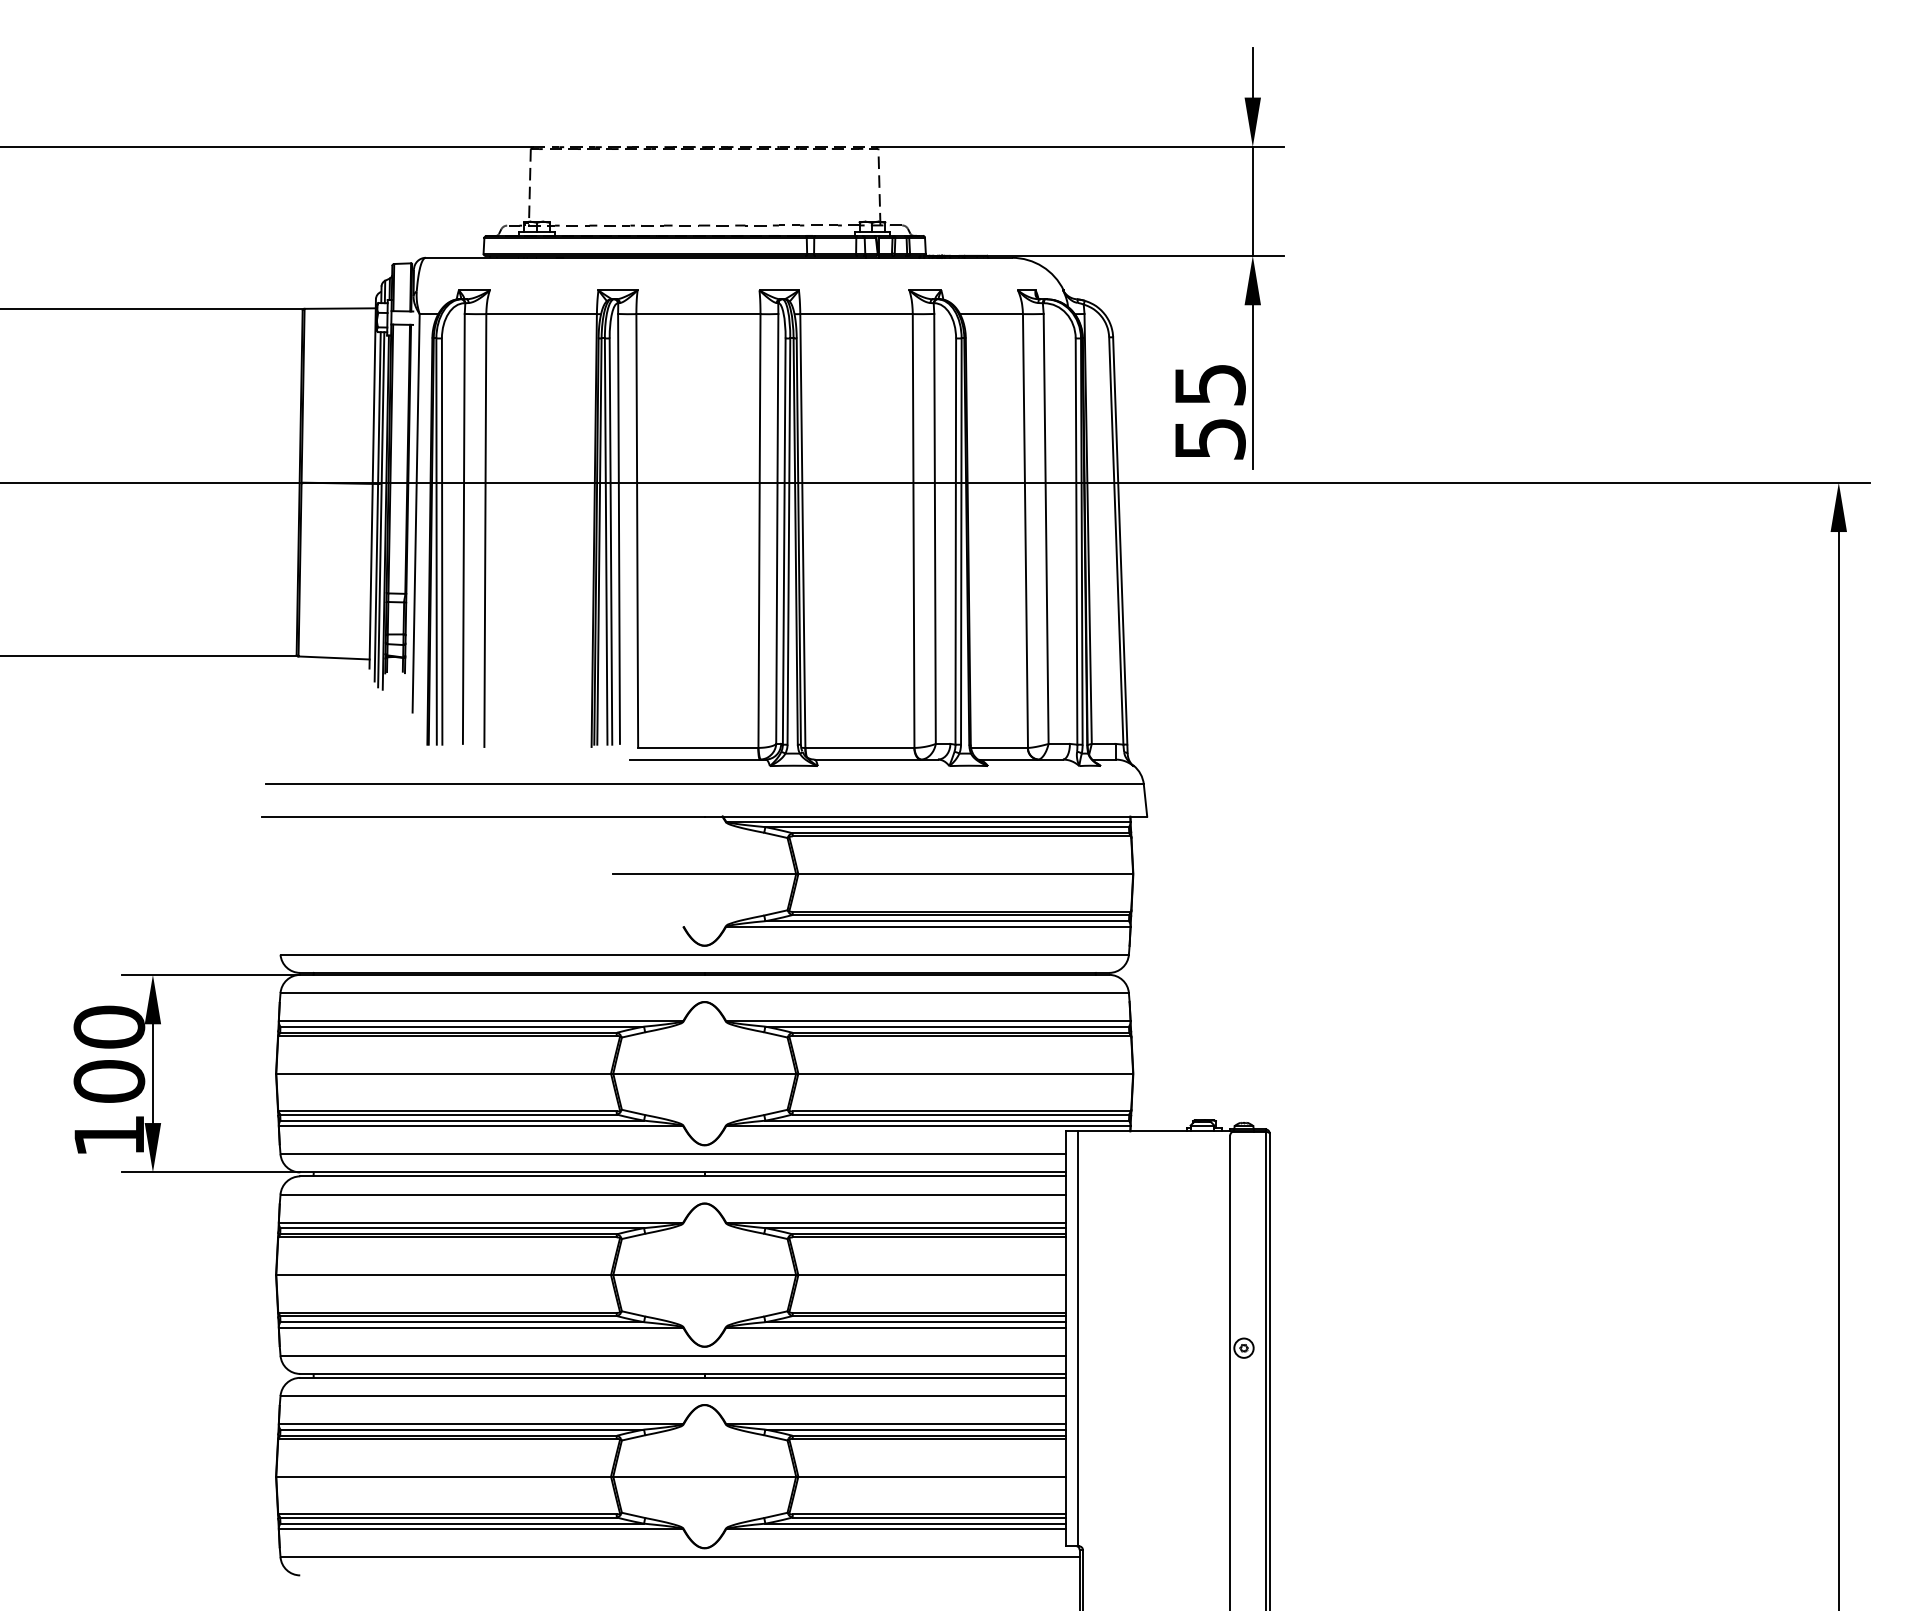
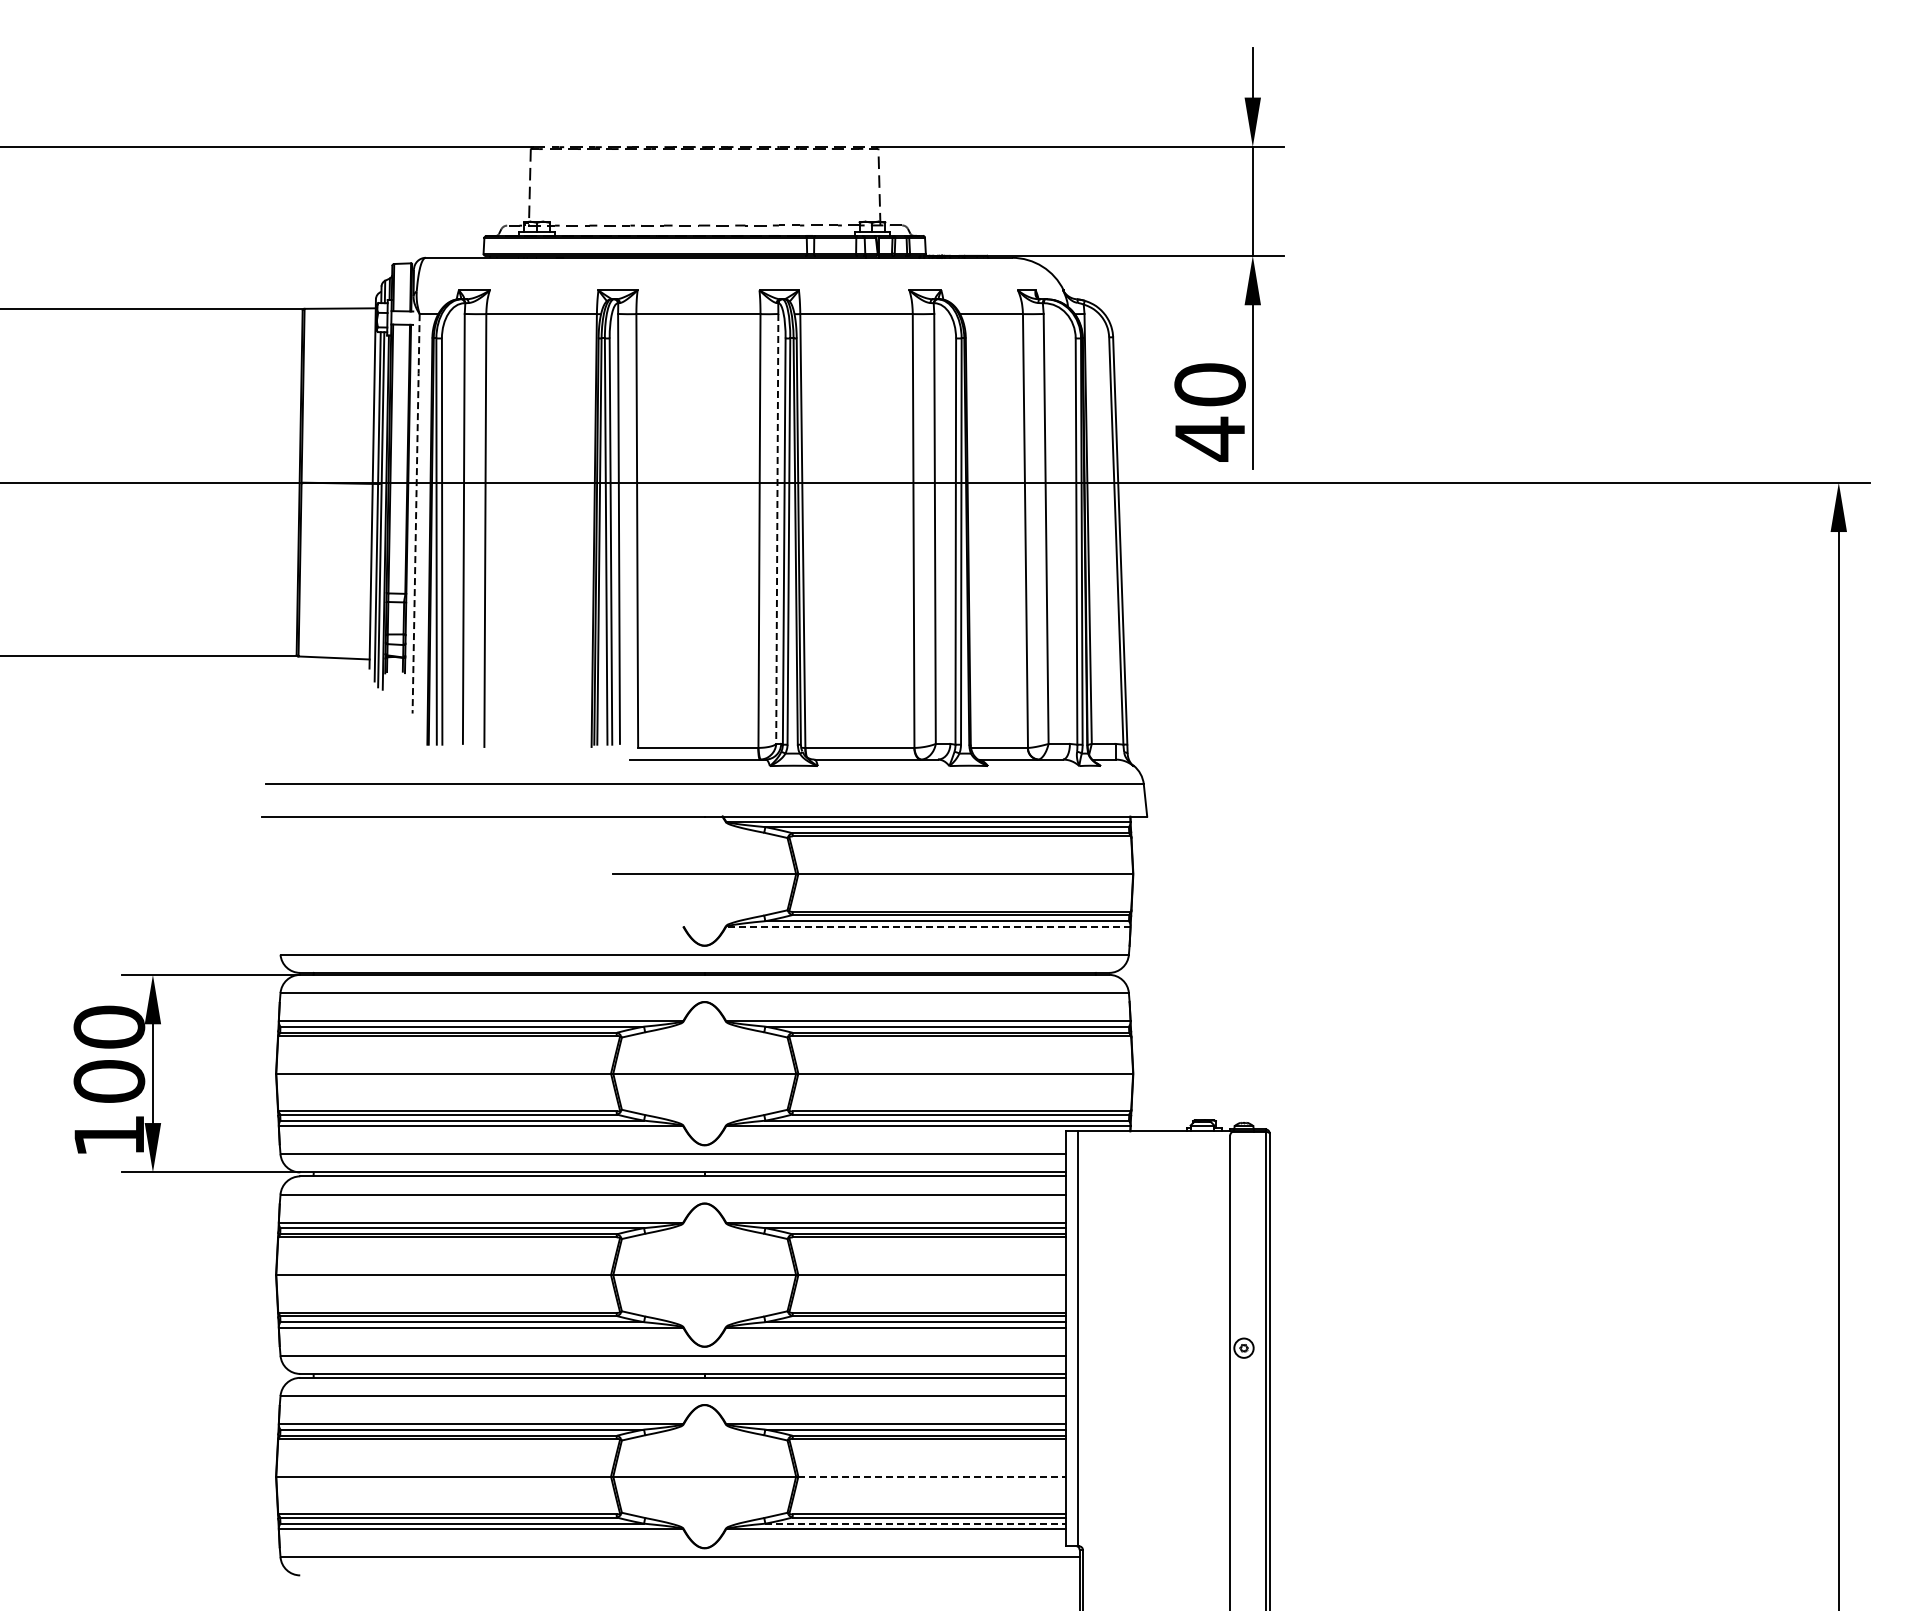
text at (1209, 412): 55 -> 40
line at (416, 513): solid -> dashed
line at (777, 528): solid -> dashed
line at (927, 926): solid -> dashed
line at (932, 1476): solid -> dashed
line at (916, 1523): solid -> dashed
